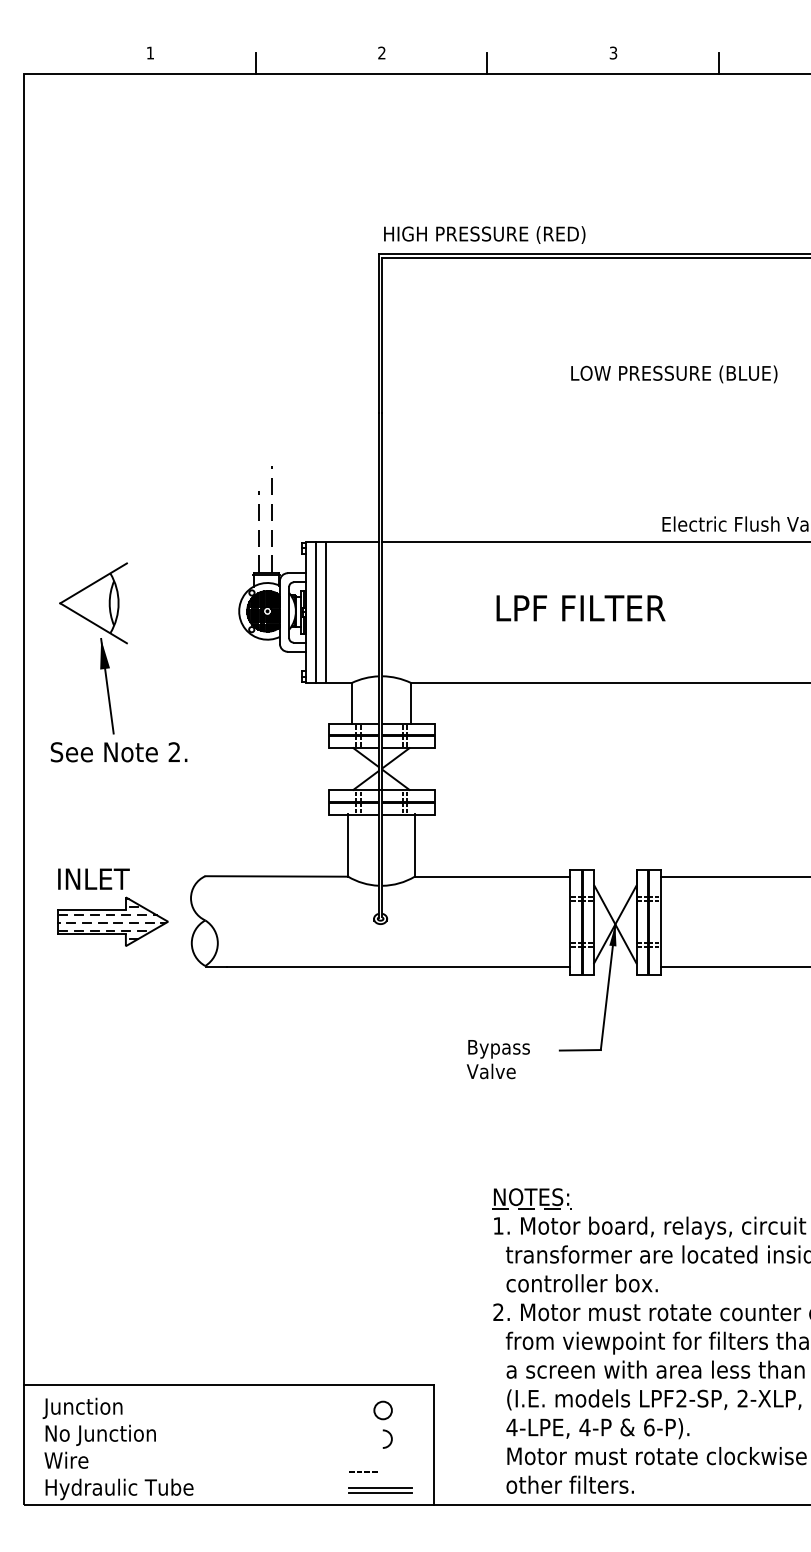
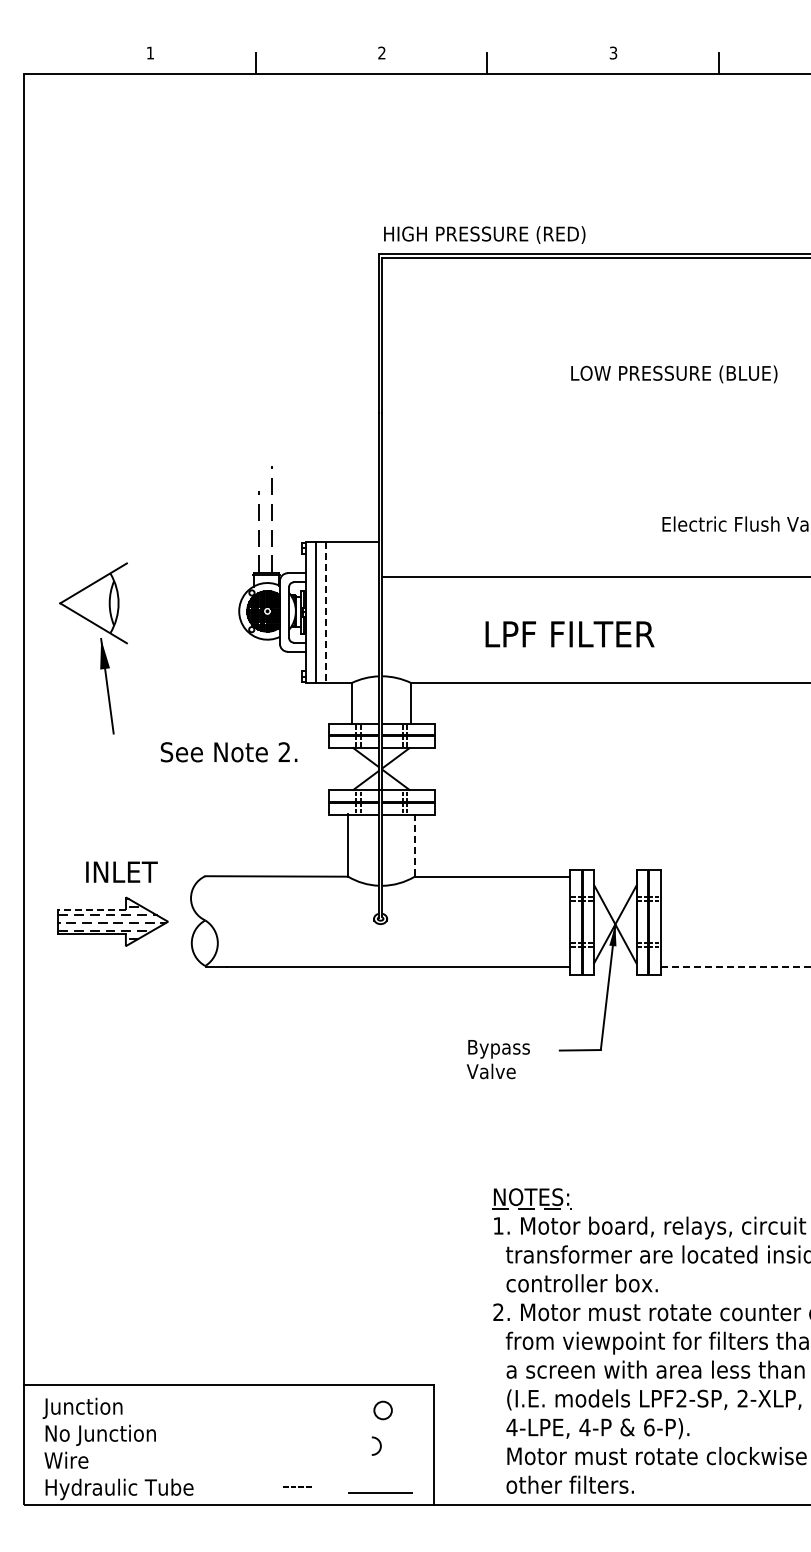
line at (594, 542) position: (594, 542) -> (594, 577)
text at (580, 608) position: (580, 608) -> (569, 634)
line at (325, 613): solid -> dashed
text at (118, 752) position: (118, 752) -> (228, 752)
line at (414, 845): solid -> dashed
line at (734, 876): present -> none
text at (93, 878) position: (93, 878) -> (121, 871)
line at (91, 909): solid -> dashed
line at (735, 966): solid -> dashed
arc at (390, 1437) position: (390, 1437) -> (379, 1444)
text at (363, 1471) position: (363, 1471) -> (297, 1486)
line at (380, 1487): present -> none
